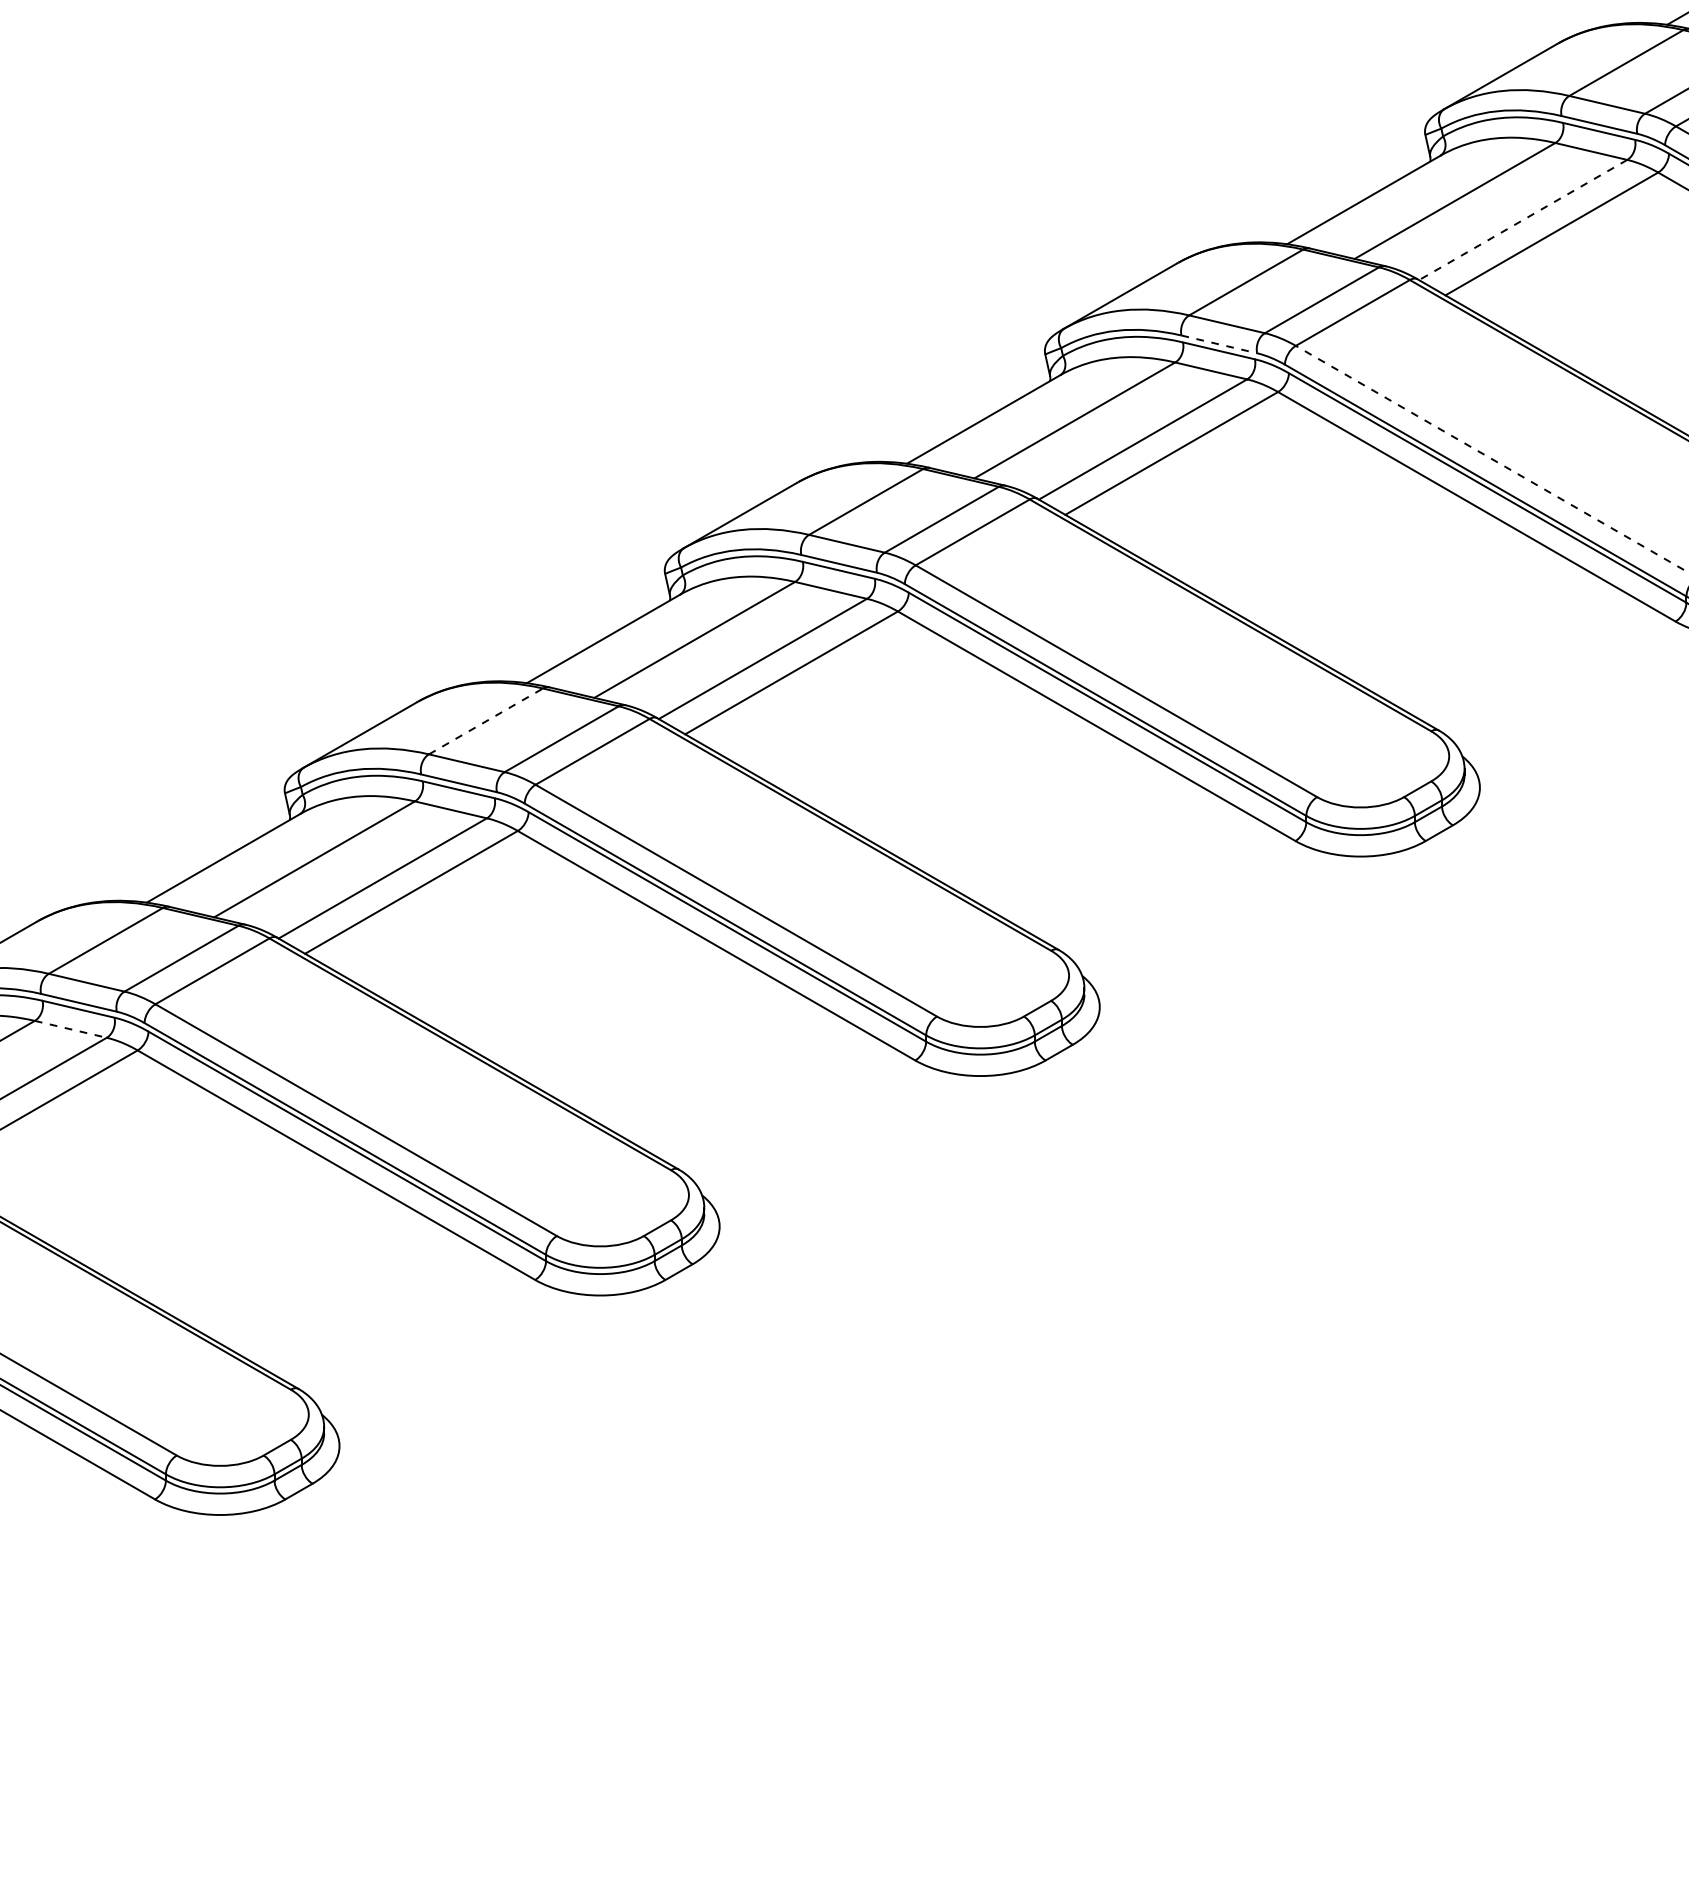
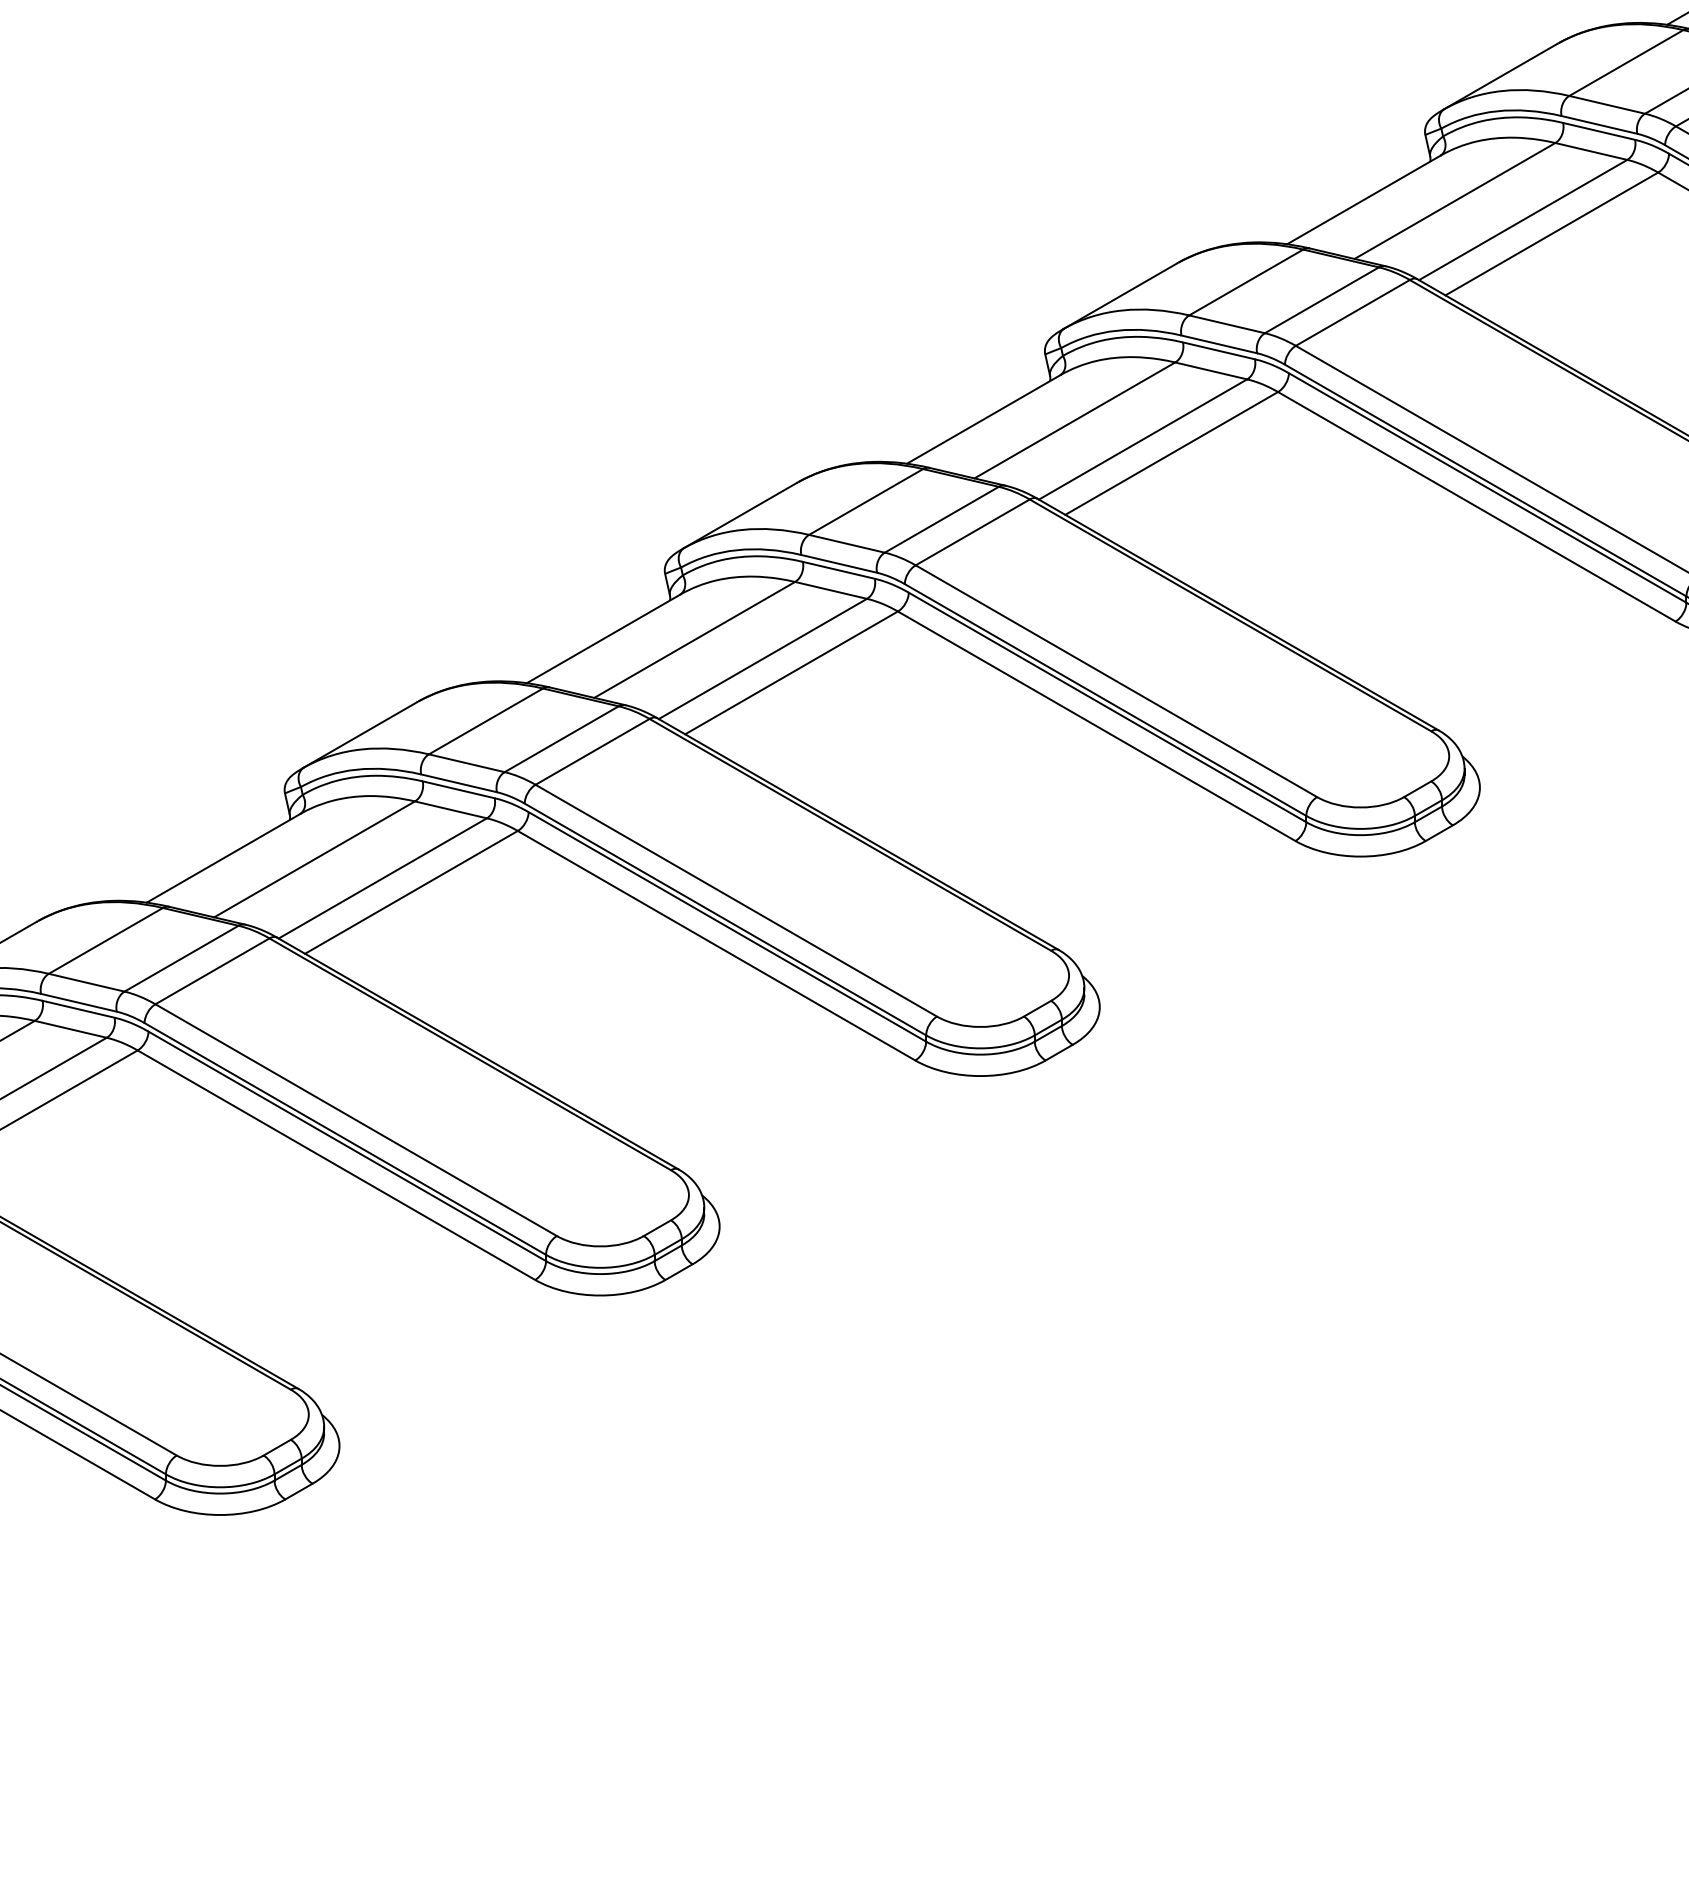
line at (1522, 220): dashed -> solid
line at (1219, 344): dashed -> solid
line at (1492, 459): dashed -> solid
line at (485, 721): dashed -> solid
line at (70, 1029): dashed -> solid
